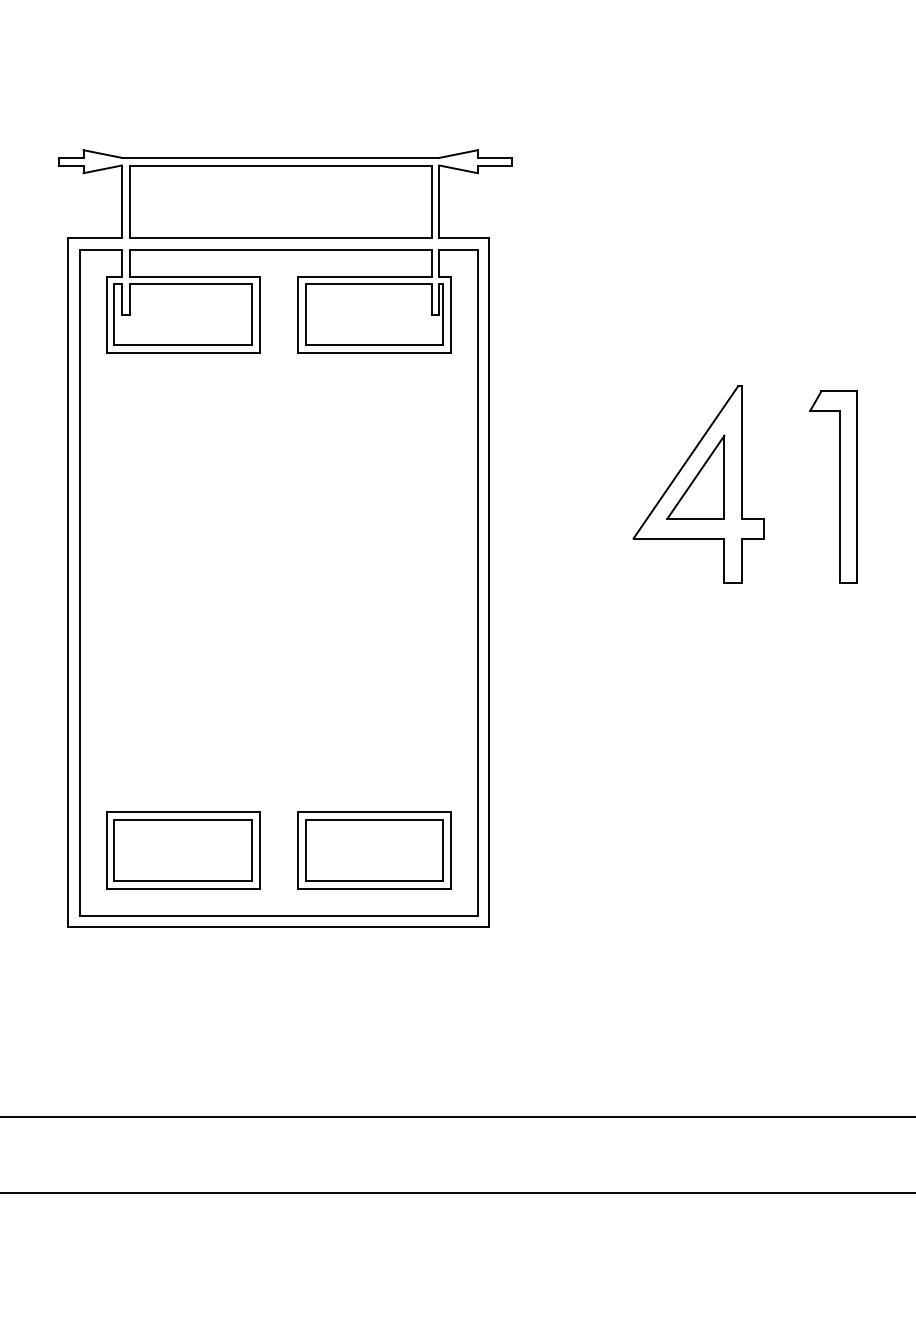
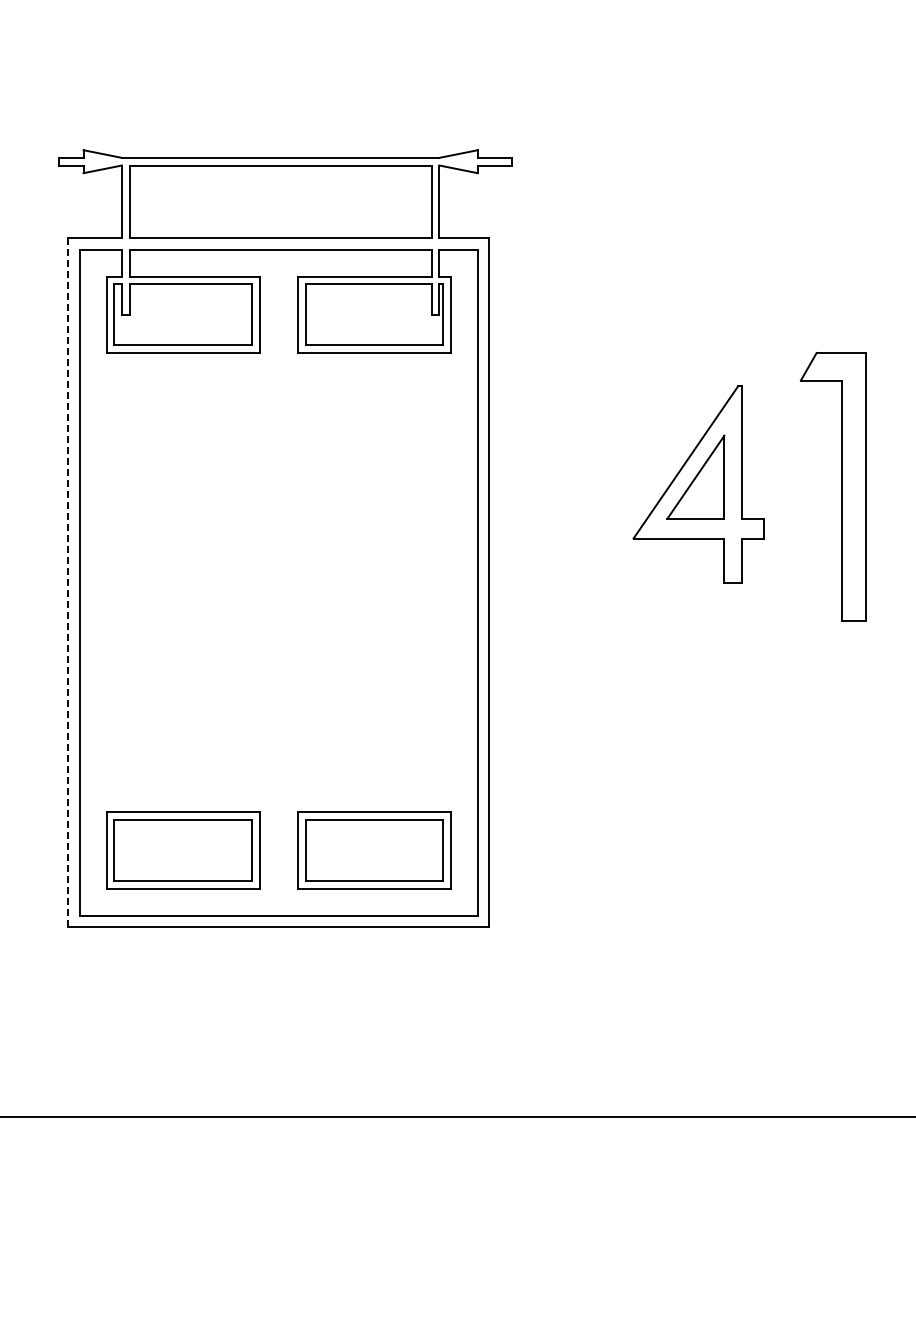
part at (833, 486) size: 49x194 px -> 68x270 px
line at (68, 583): solid -> dashed
line at (457, 1193): present -> none
